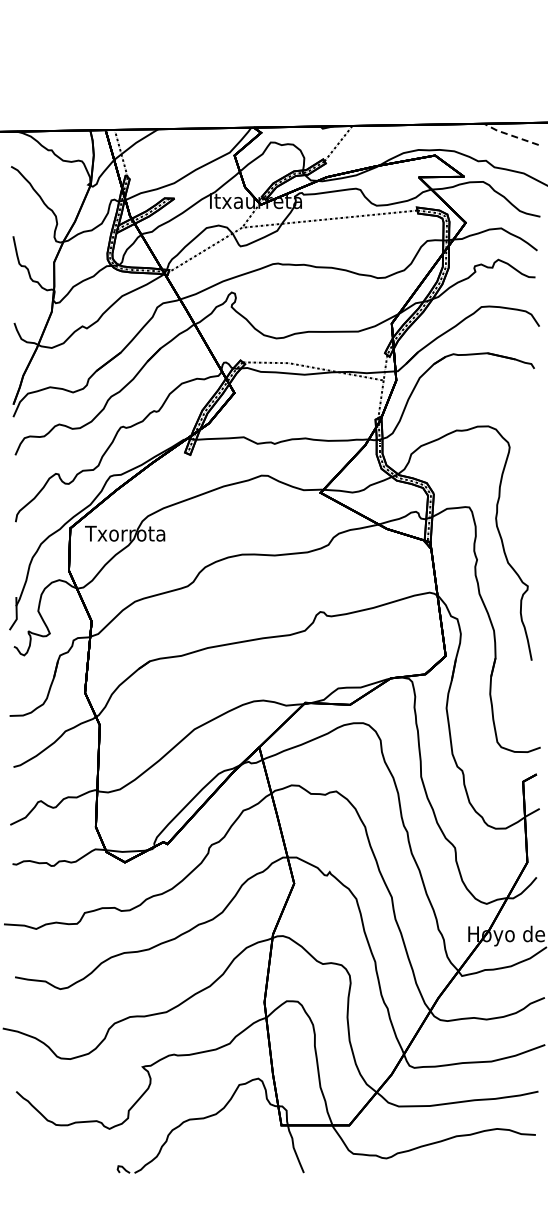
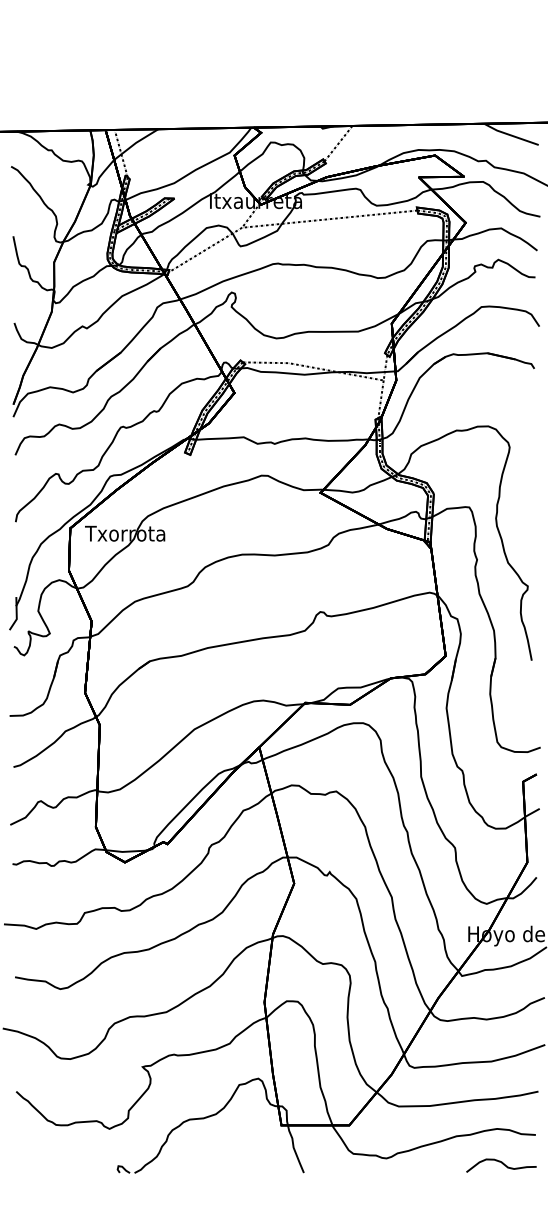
line at (510, 135): dashed -> solid
curve at (502, 1164): none -> present
